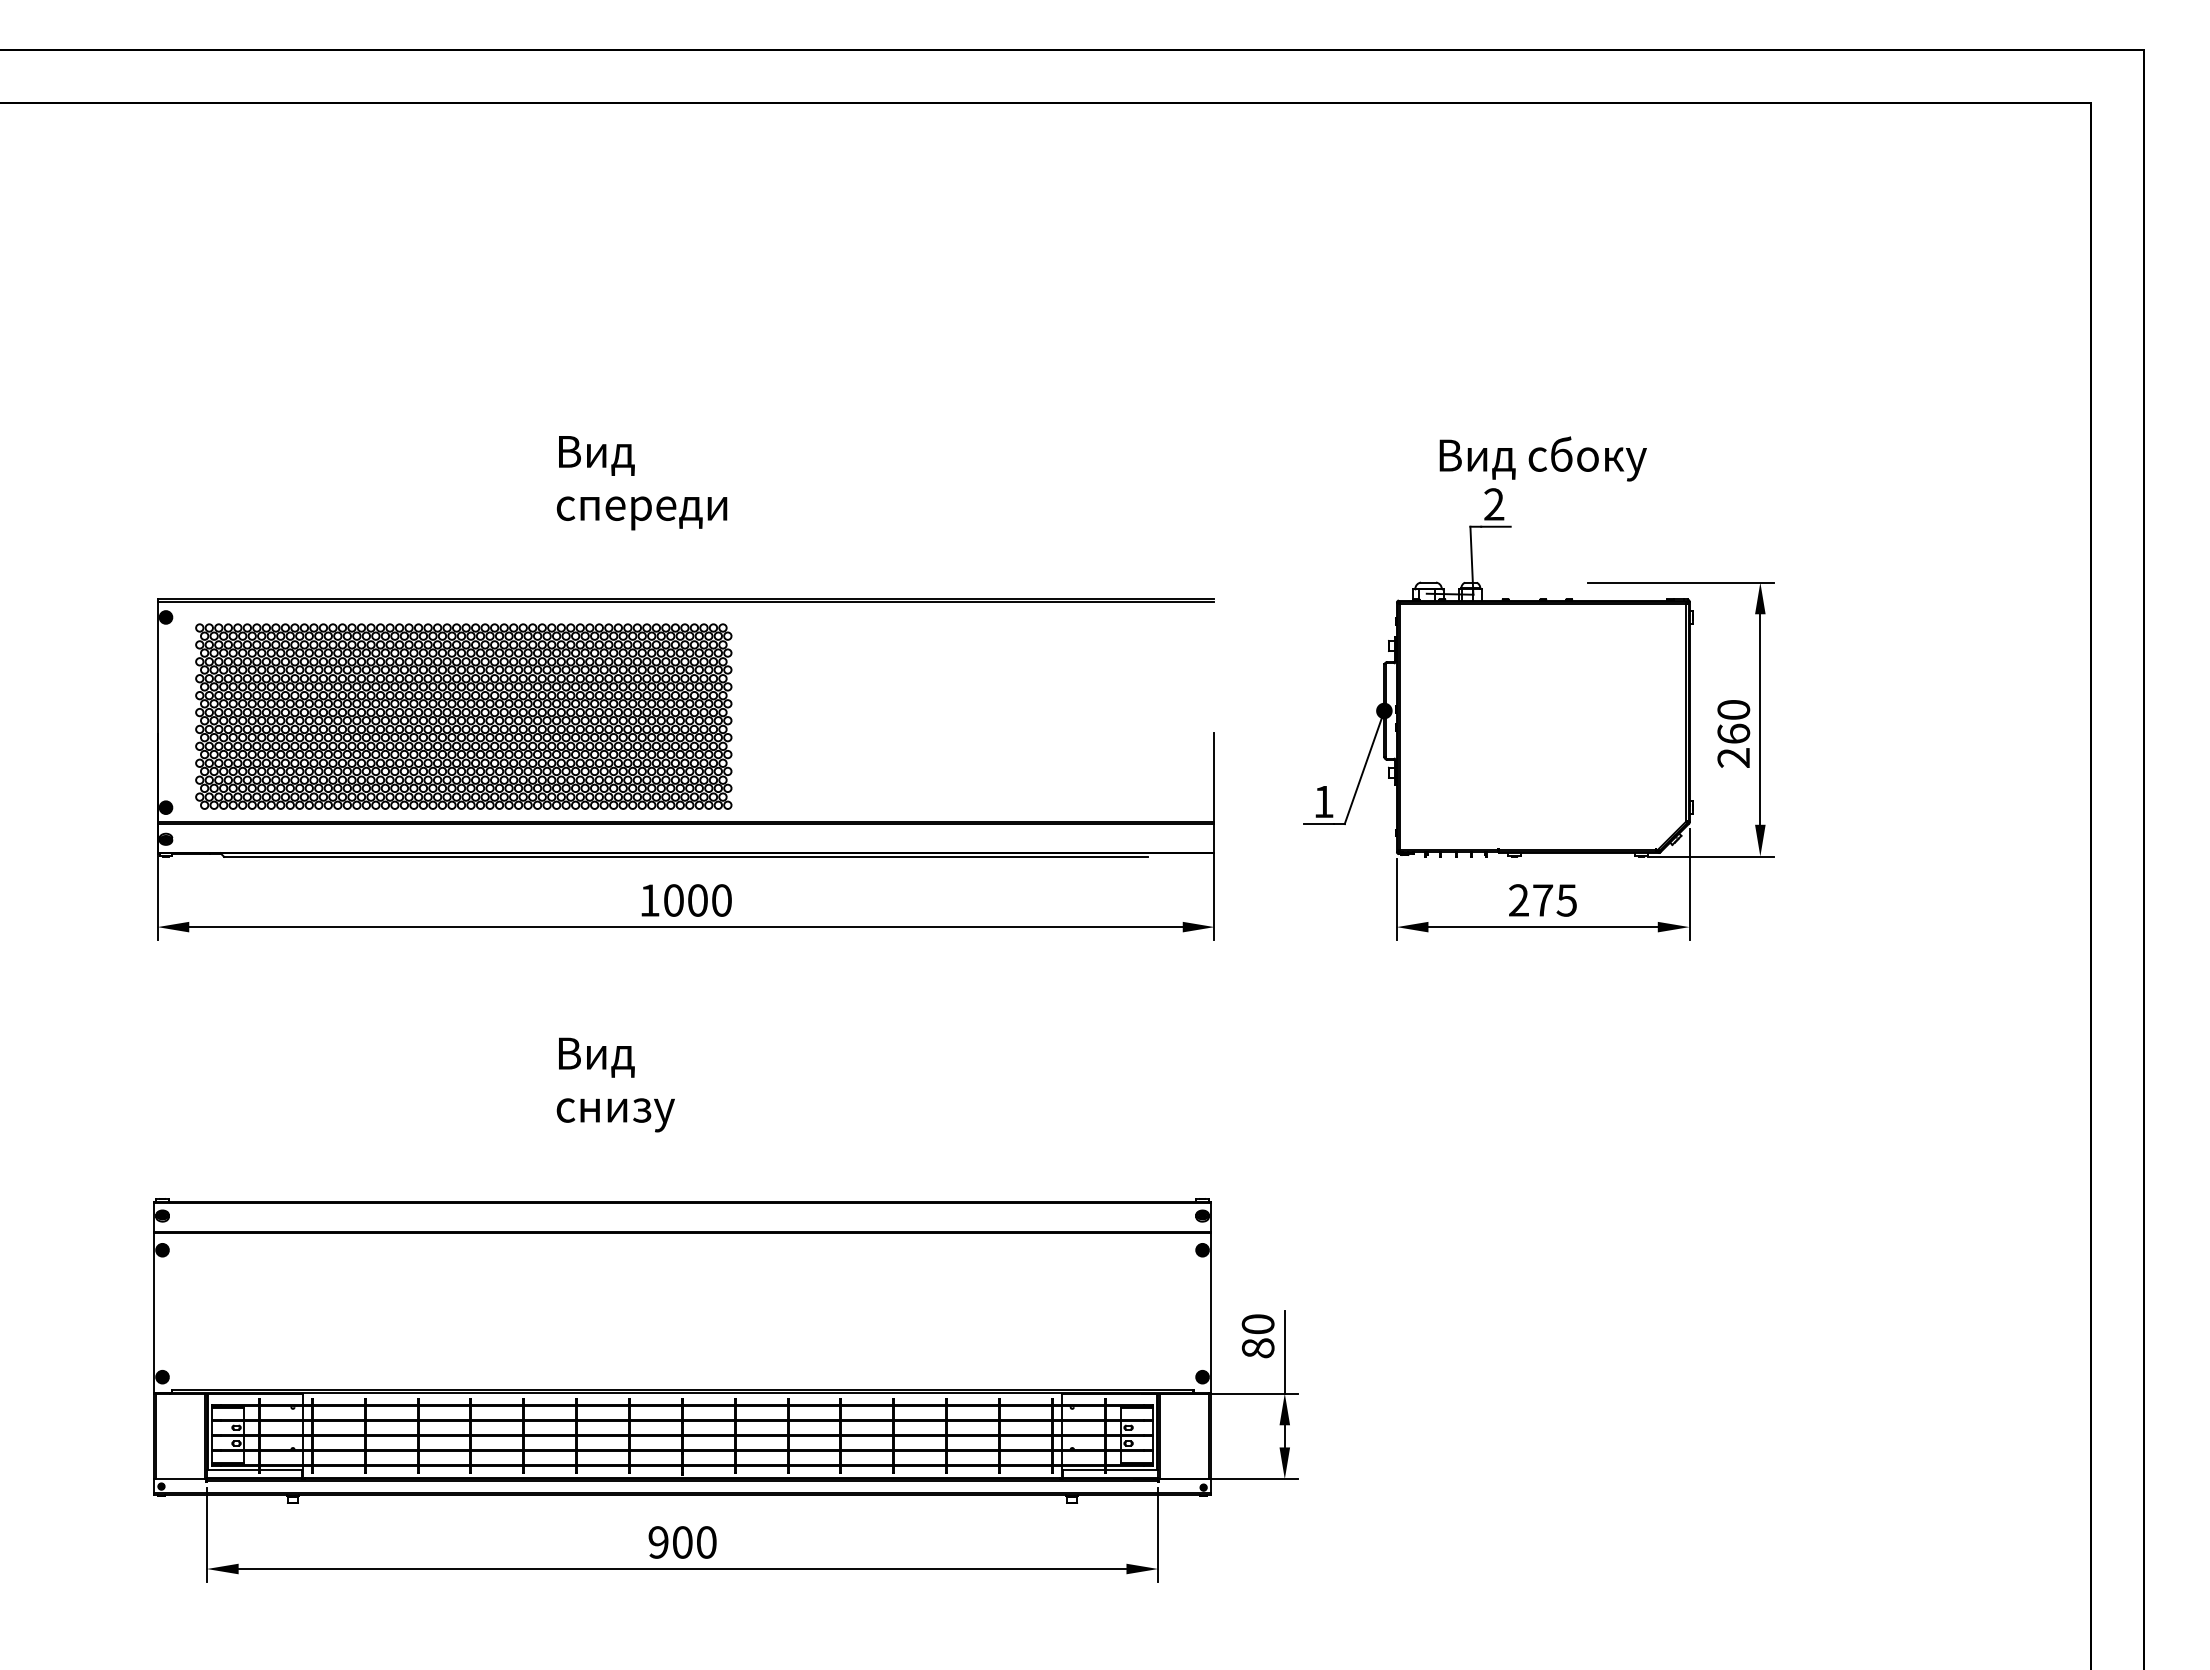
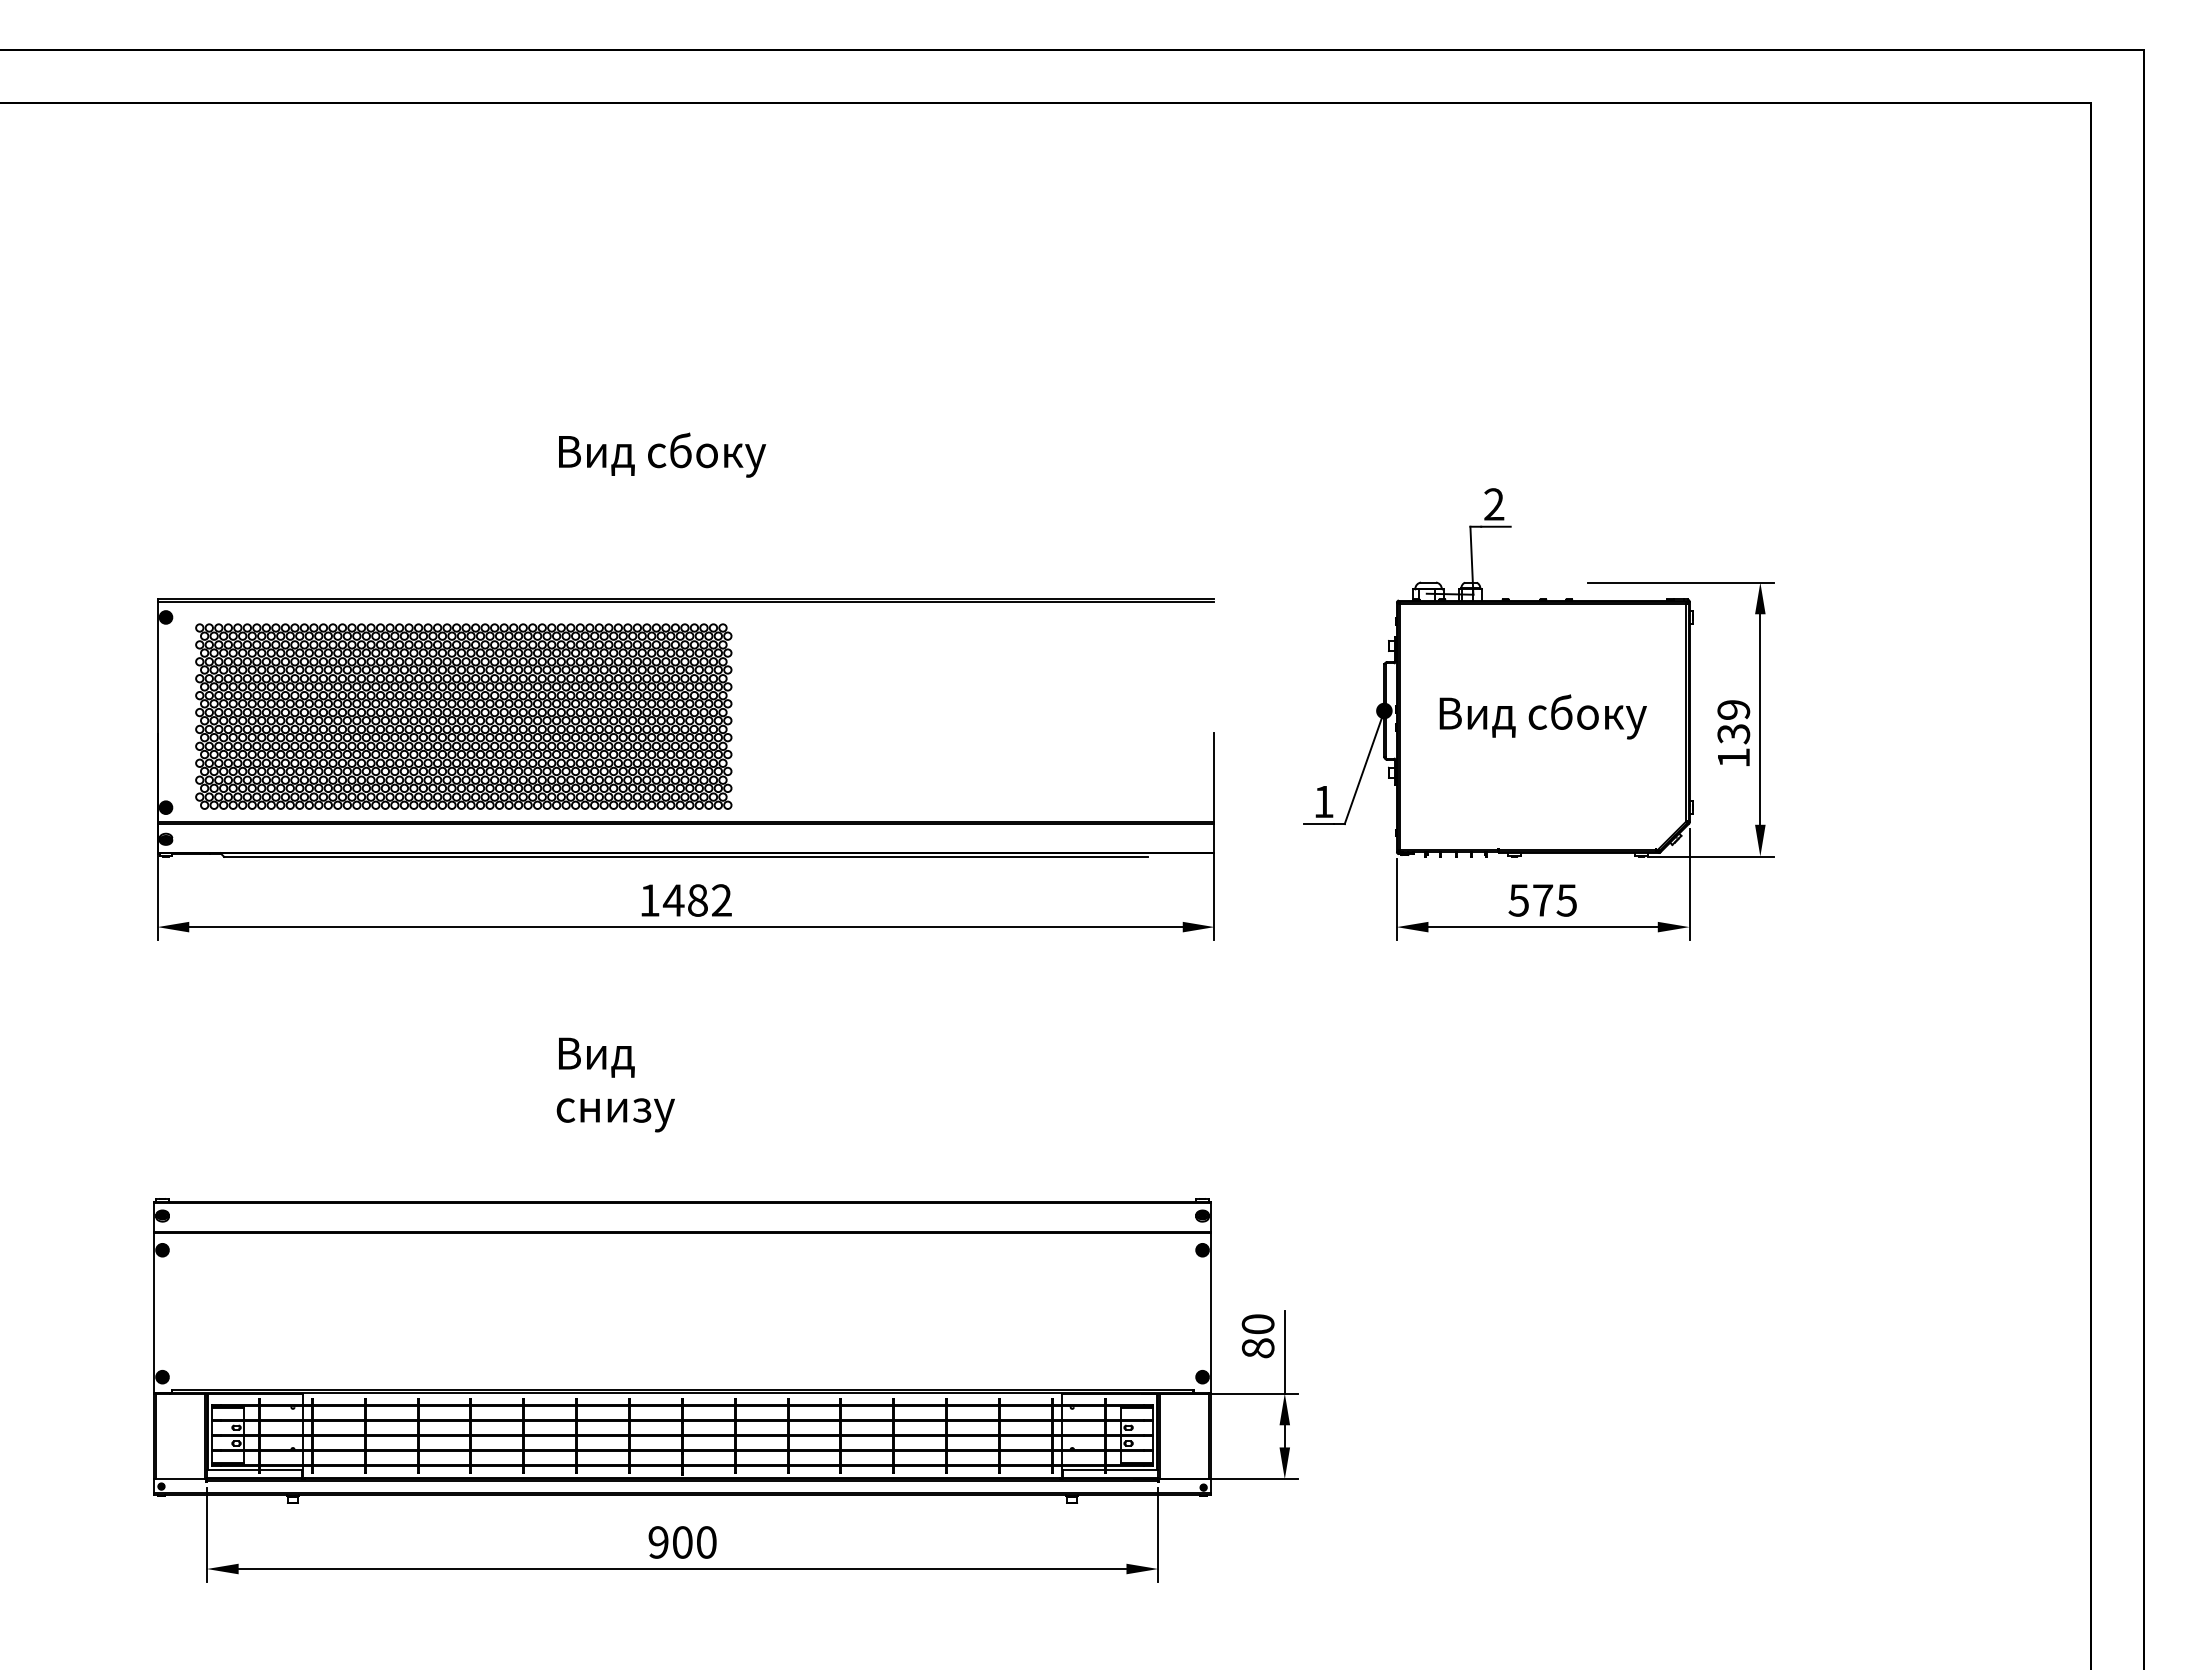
text at (1542, 458) position: (1542, 458) -> (1542, 716)
text at (661, 481): Вид спереди -> Вид сбоку
text at (1733, 733): 260 -> 139
text at (696, 900): 1000 -> 1482
text at (1518, 900): 275 -> 575
